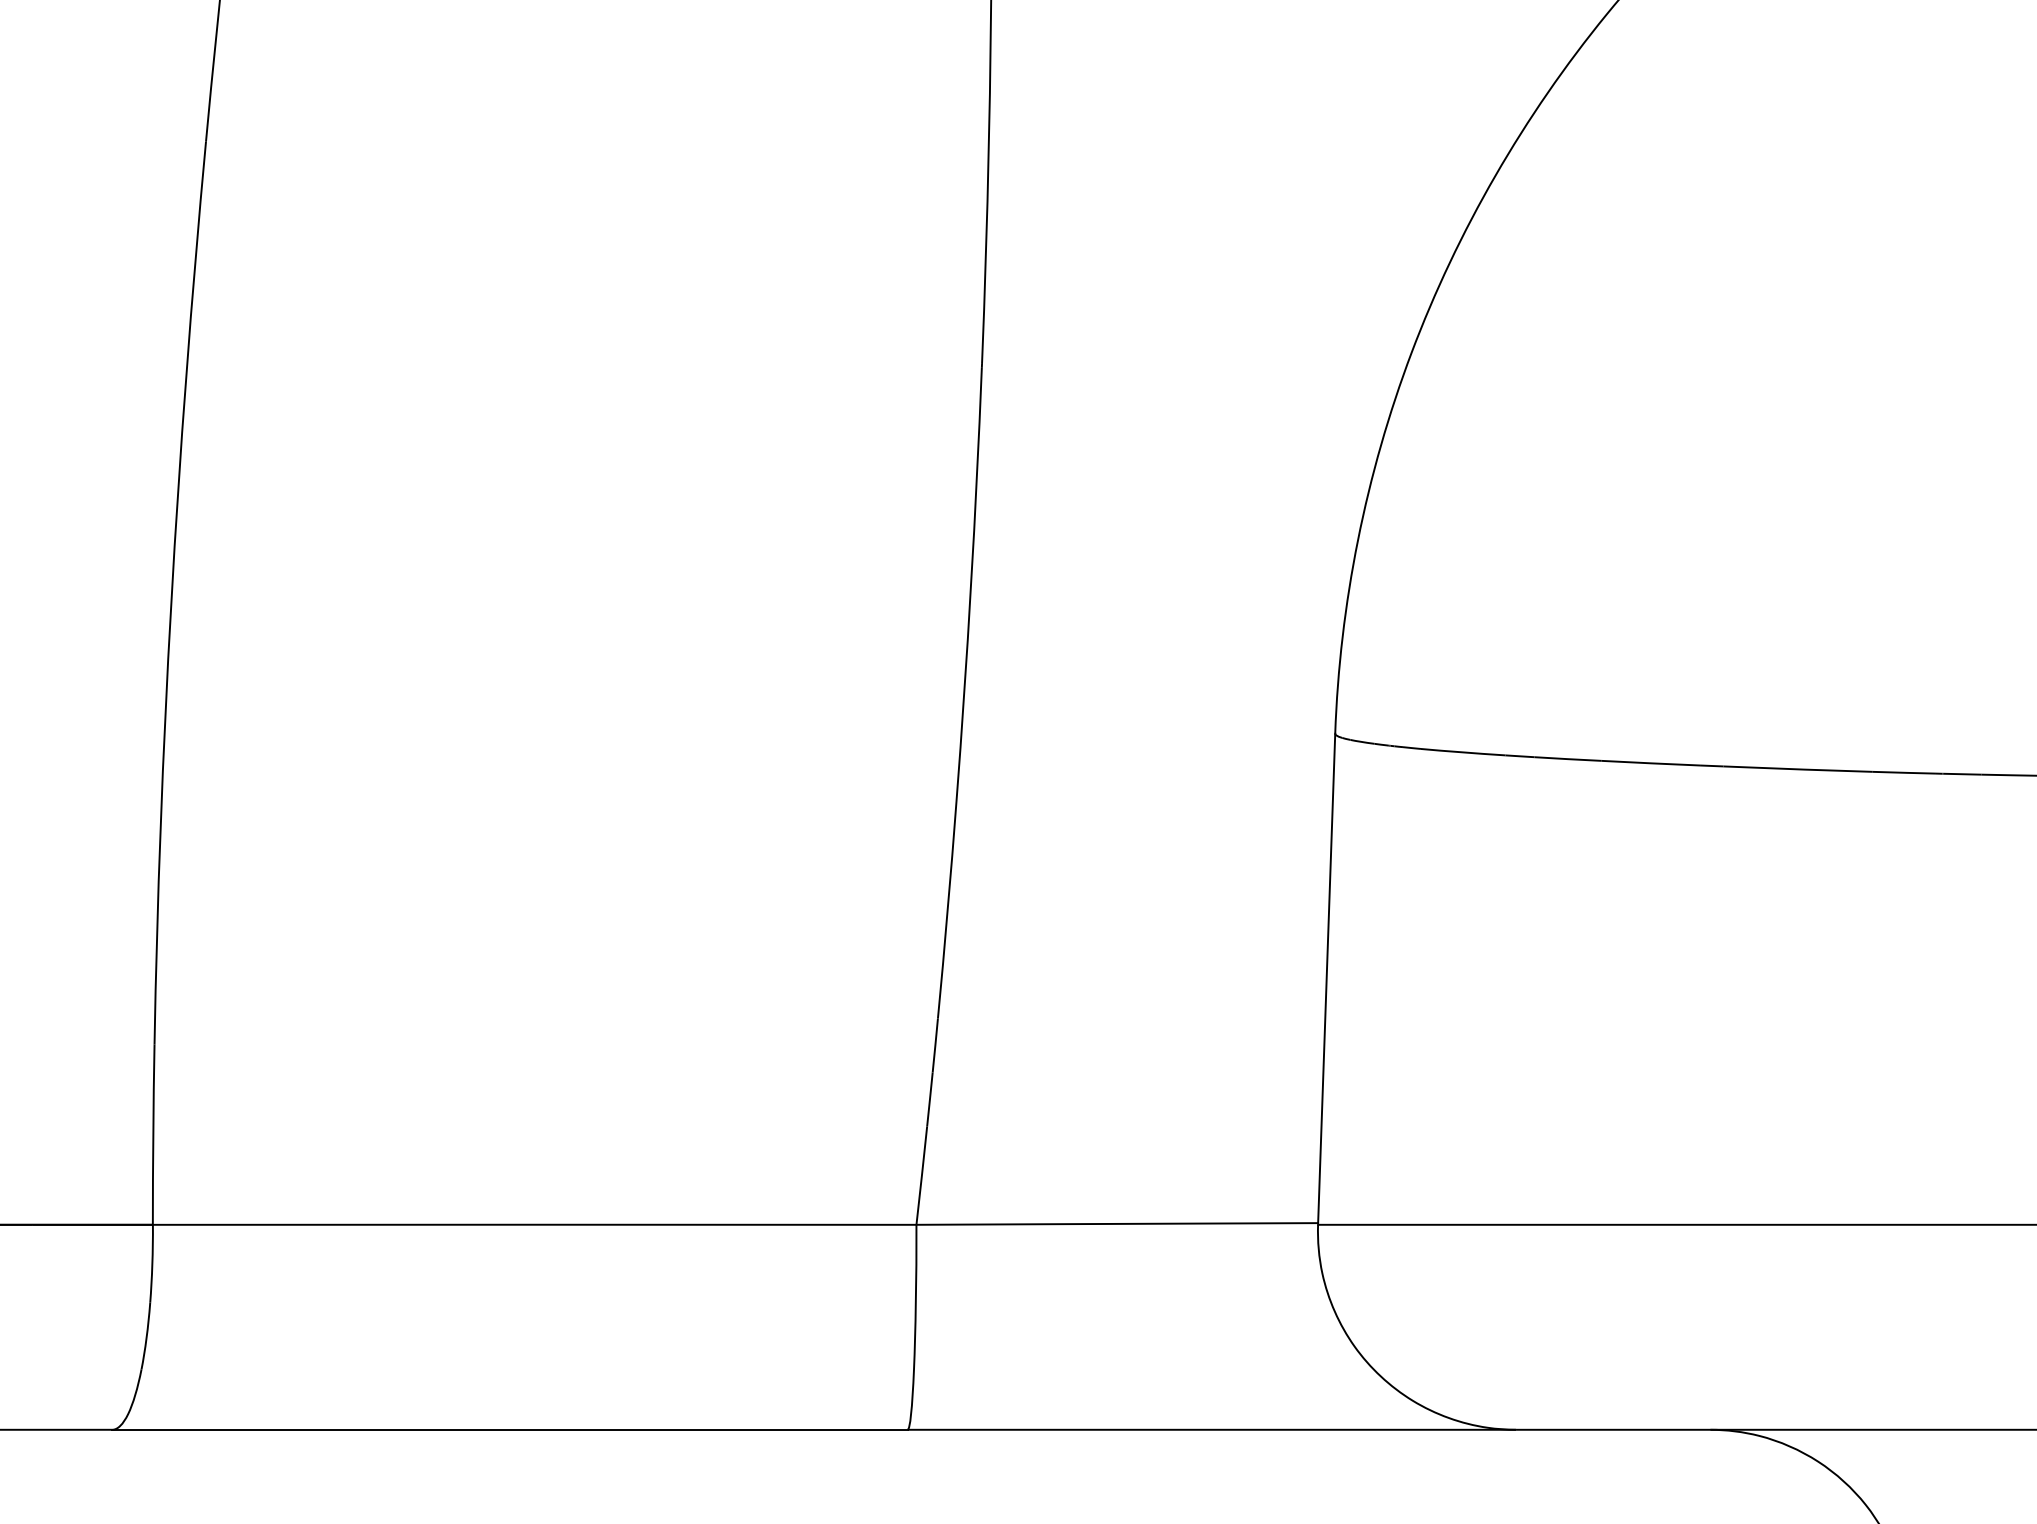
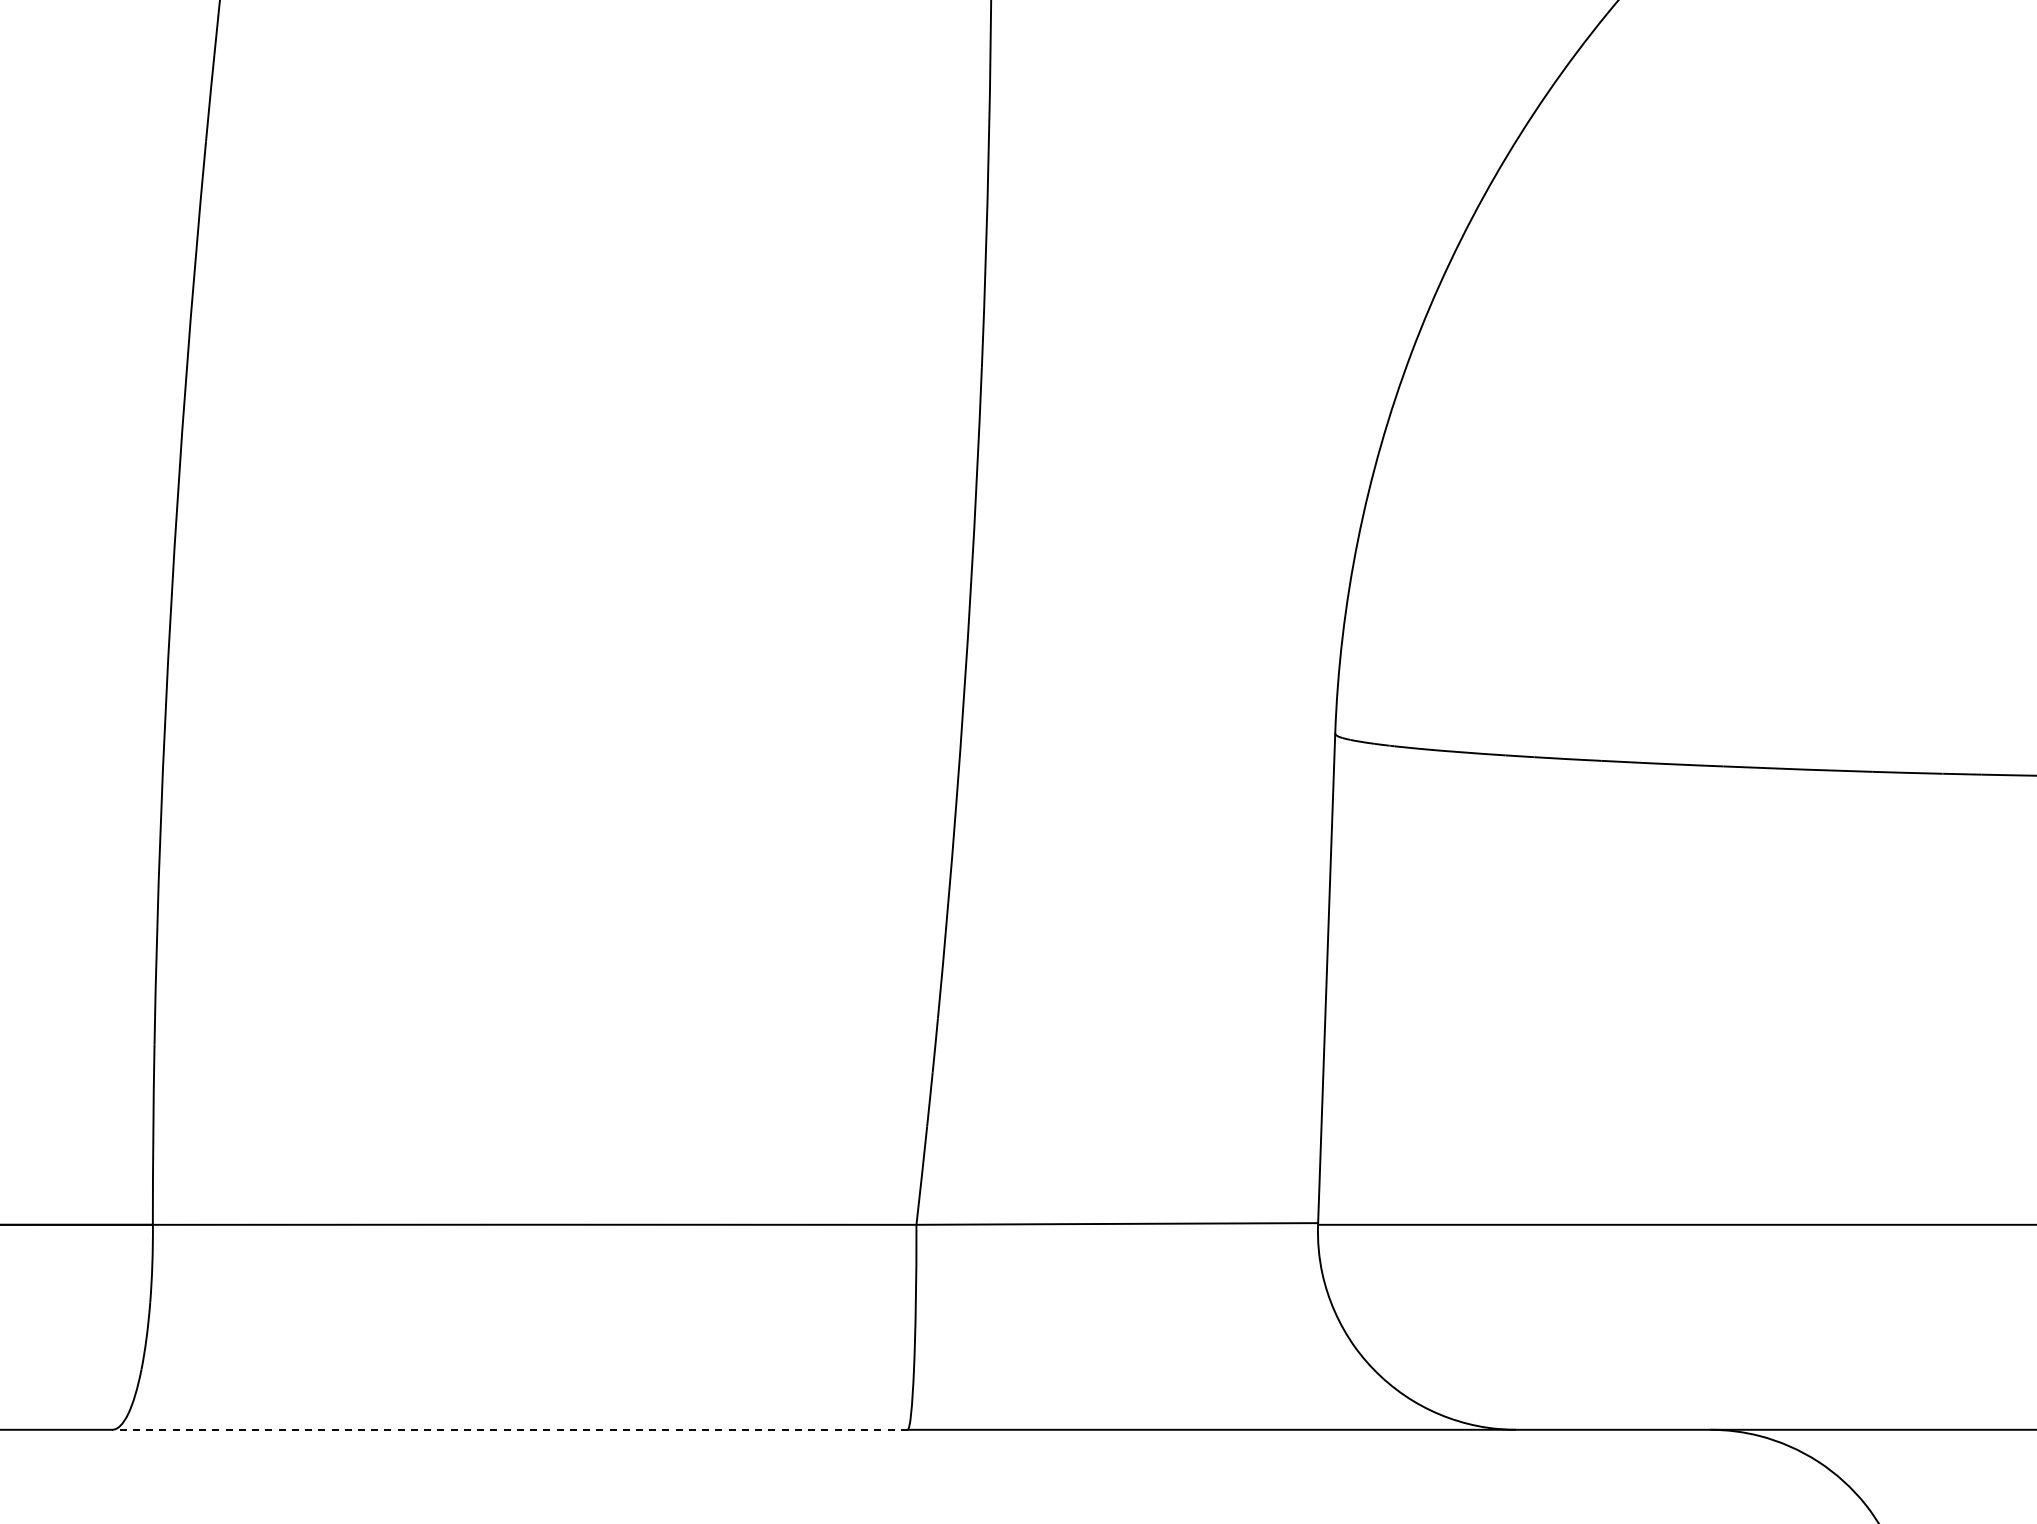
line at (510, 1429): solid -> dashed
